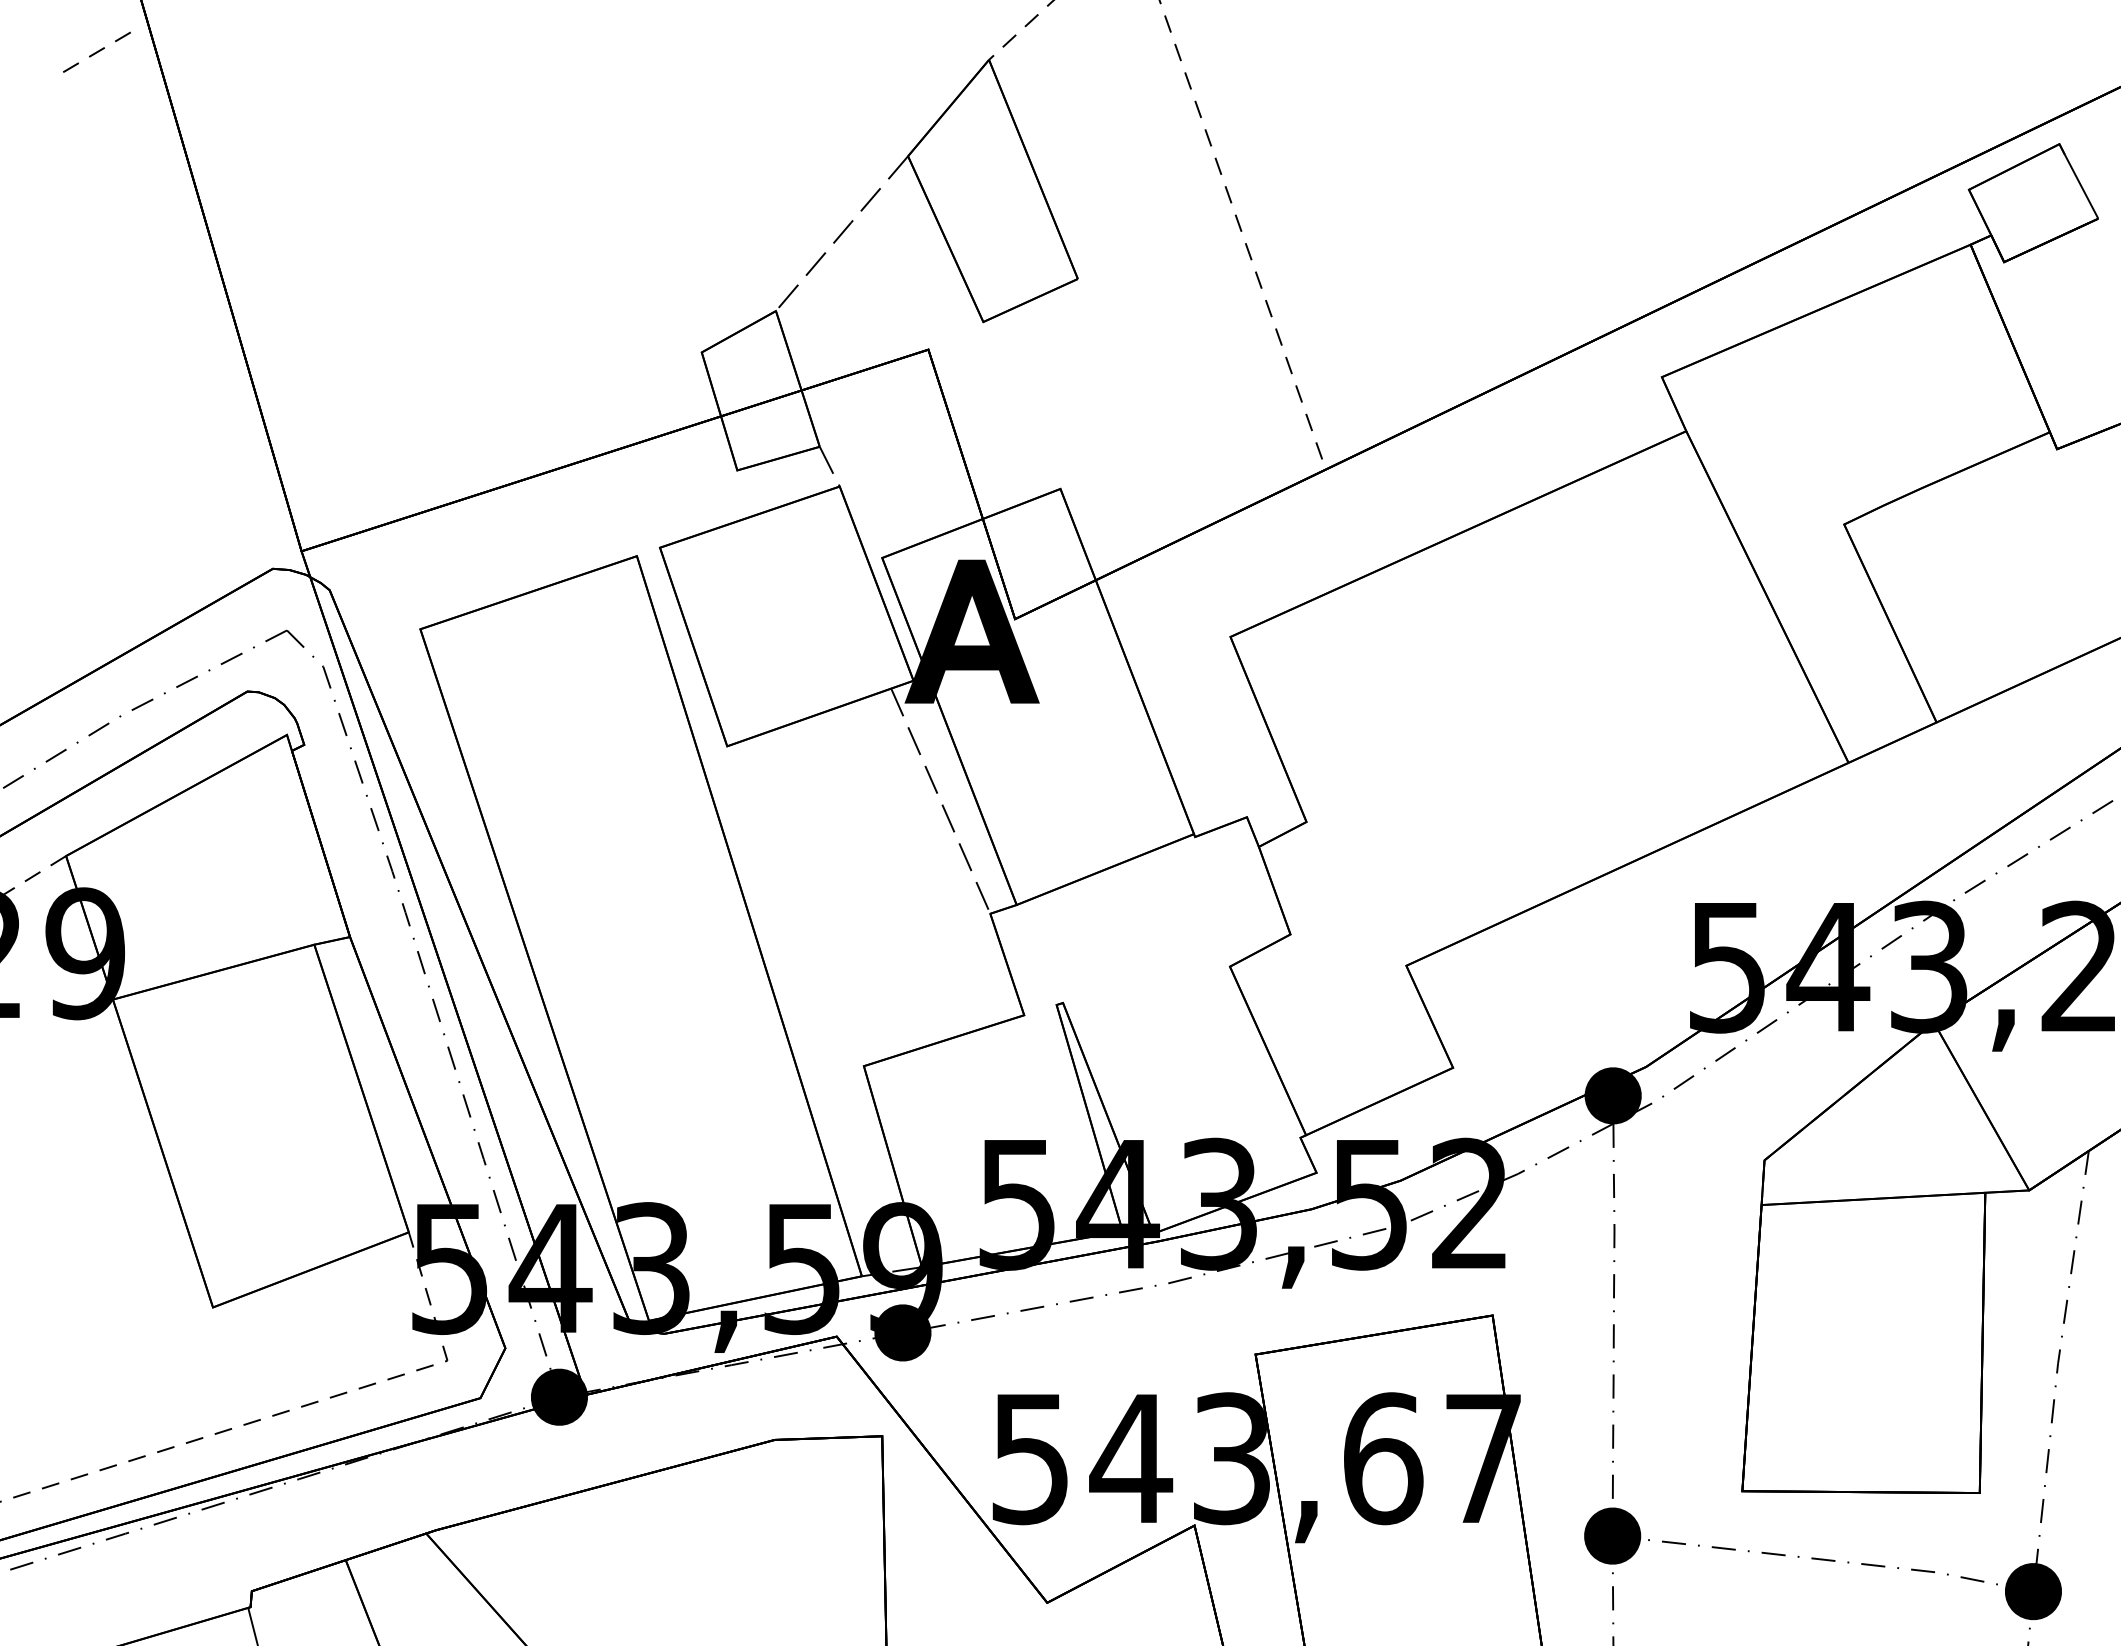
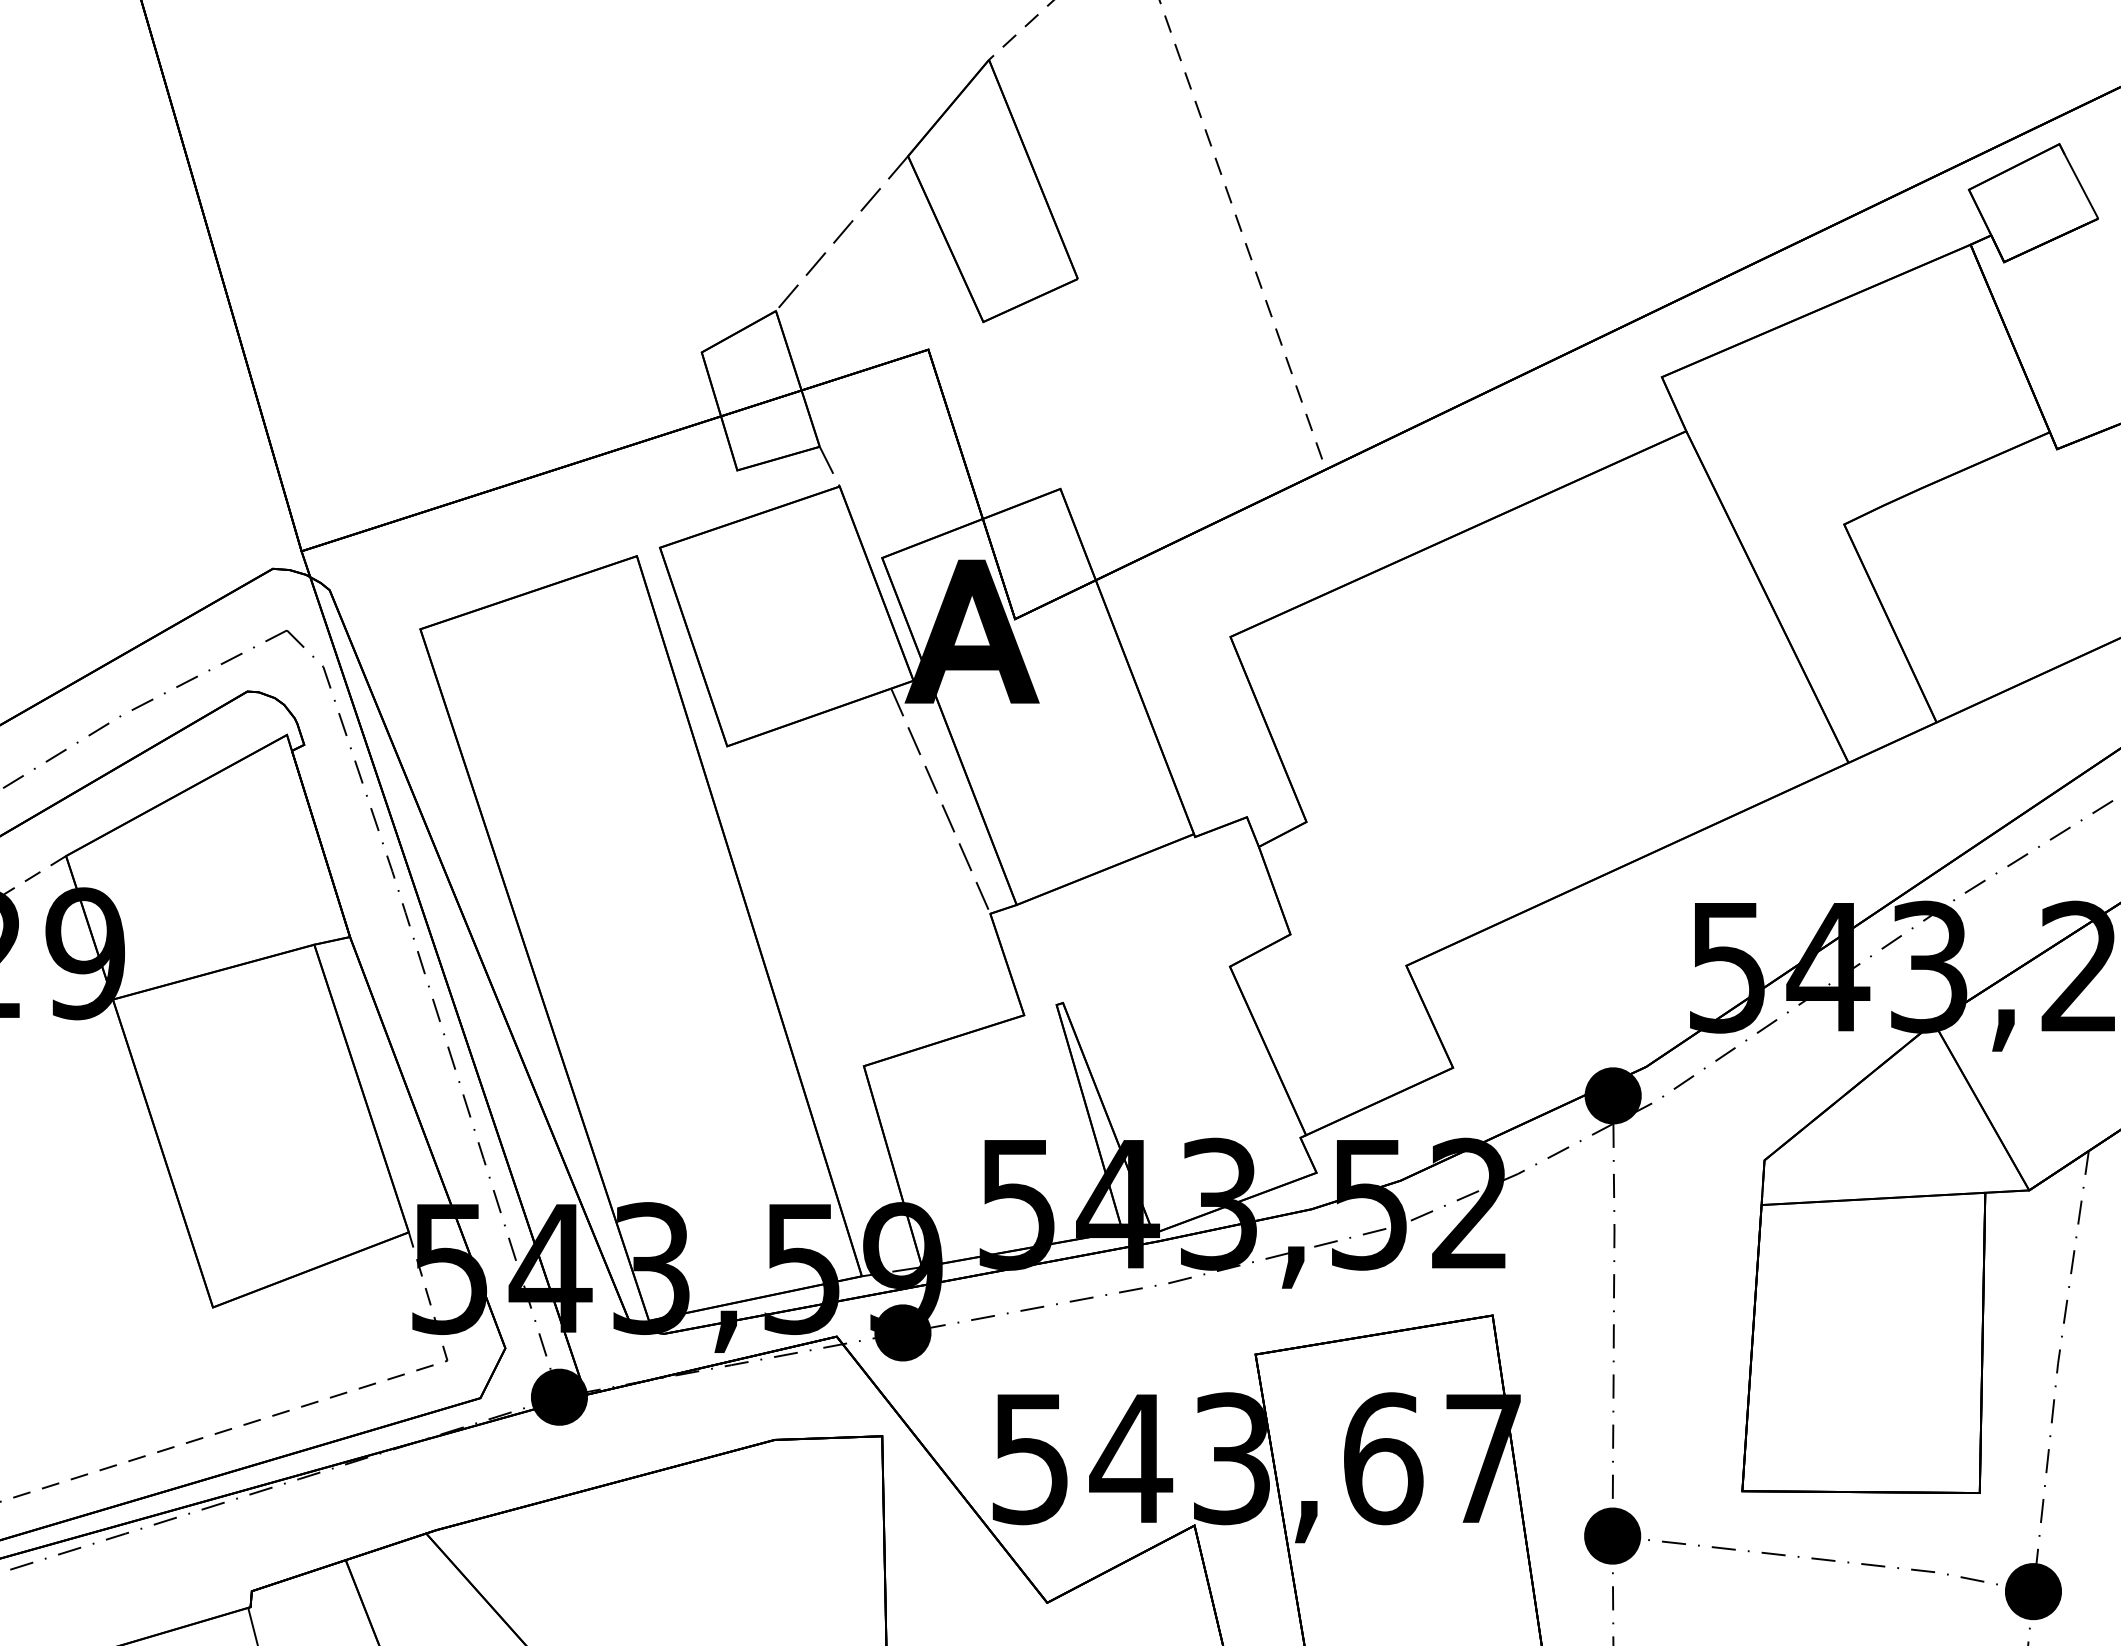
line at (96, 51): present -> none
